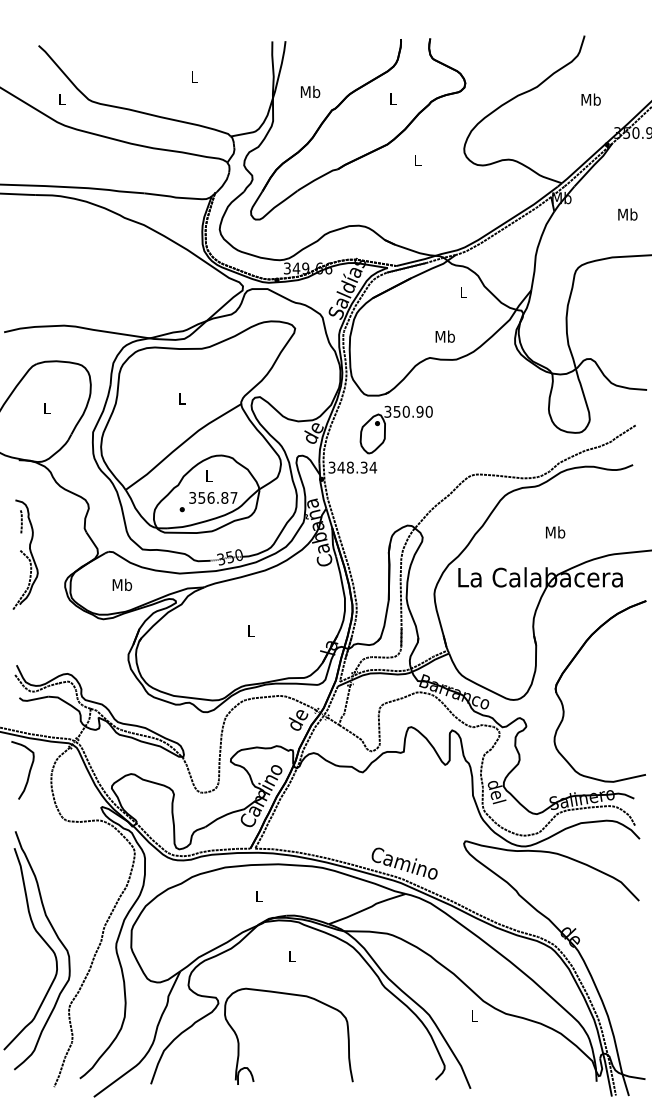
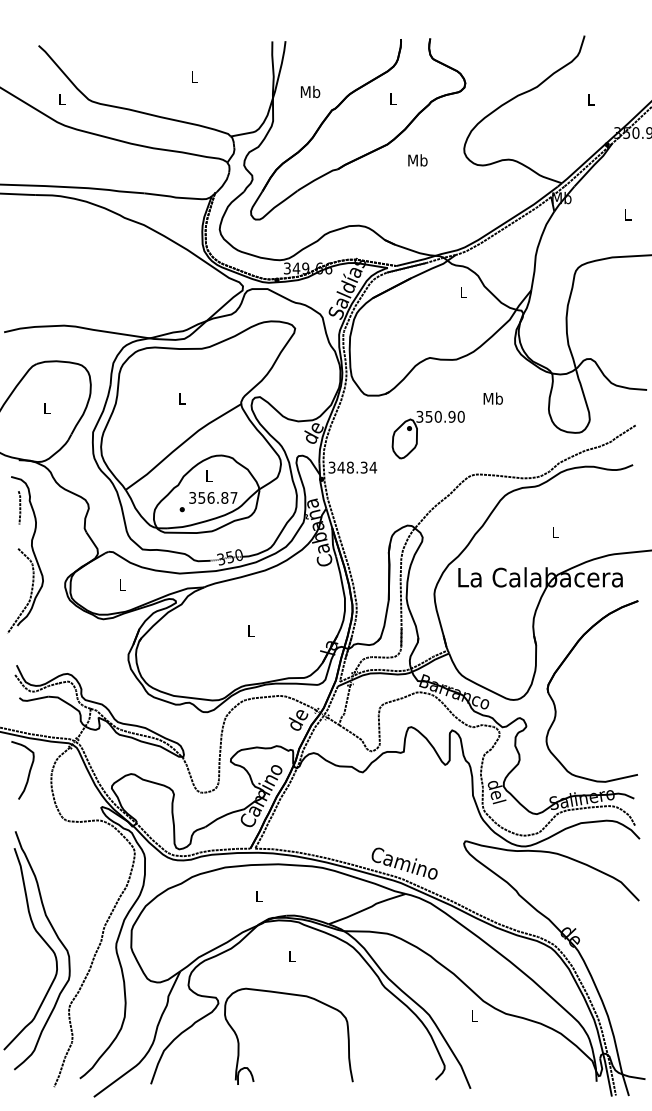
text at (590, 99): Mb -> L
text at (417, 160): L -> Mb
text at (627, 214): Mb -> L
text at (444, 336) position: (444, 336) -> (492, 398)
part at (385, 429) position: (385, 429) -> (417, 434)
text at (555, 532): Mb -> L
part at (25, 554) size: 27x111 px -> 37x158 px
text at (122, 584): Mb -> L
part at (563, 704) position: (563, 704) -> (555, 704)
